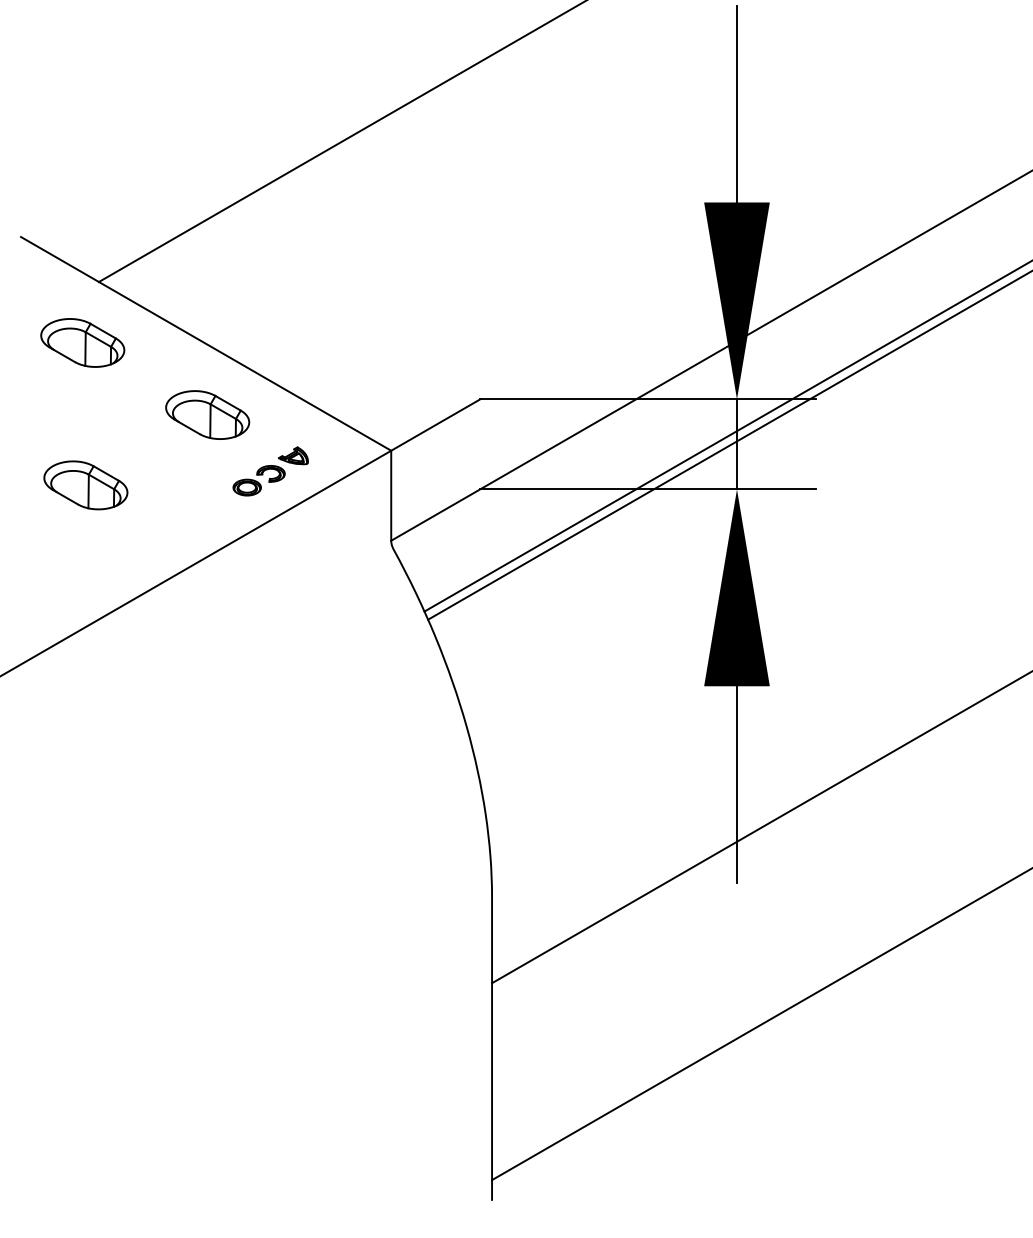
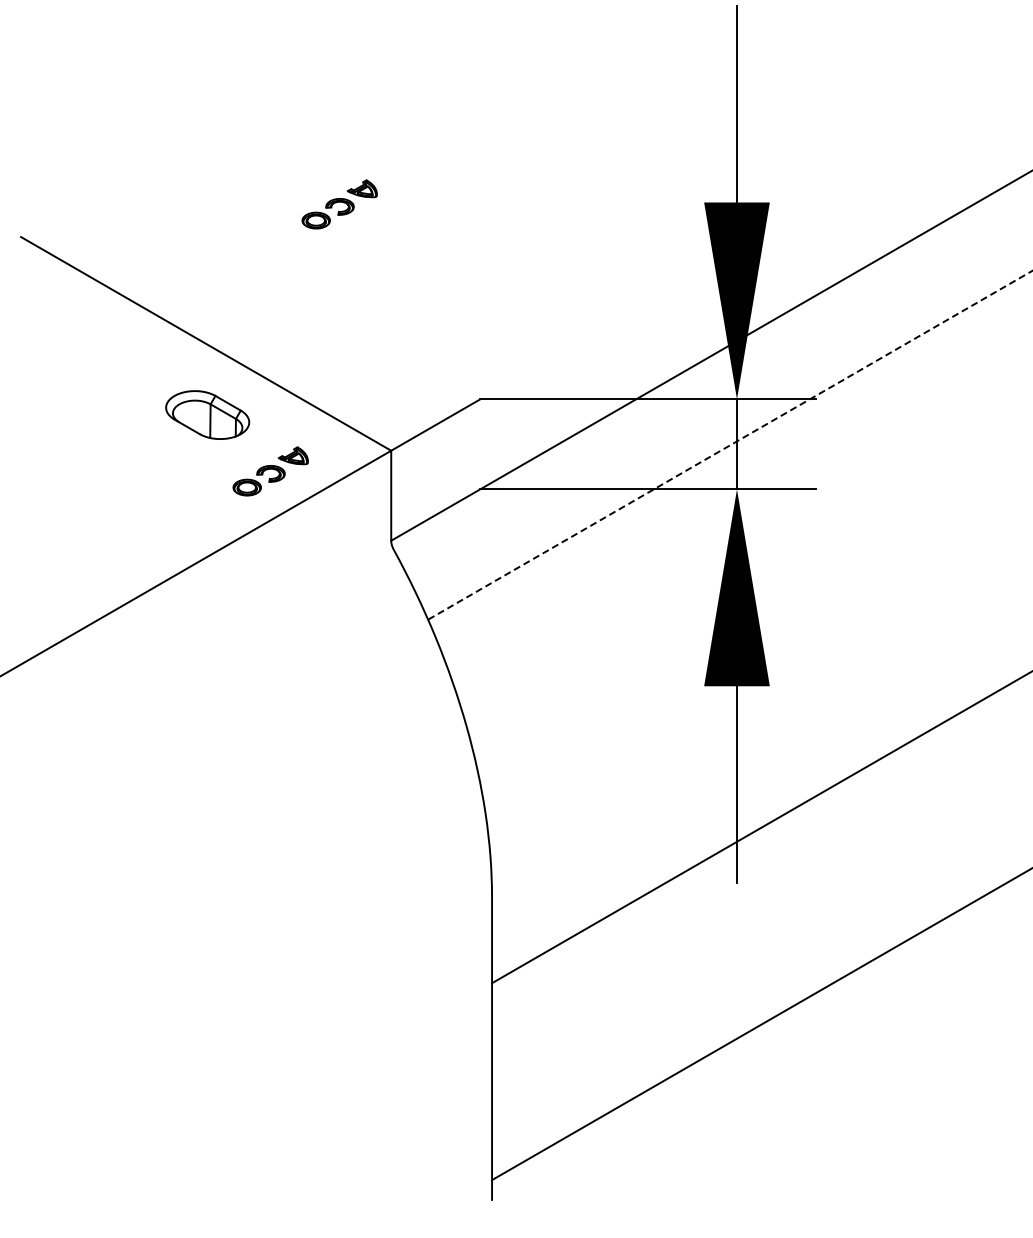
line at (340, 142): present -> none
part at (339, 204): none -> present
part at (82, 342): present -> none
line at (726, 436): present -> none
line at (730, 445): solid -> dashed
part at (85, 485): present -> none
